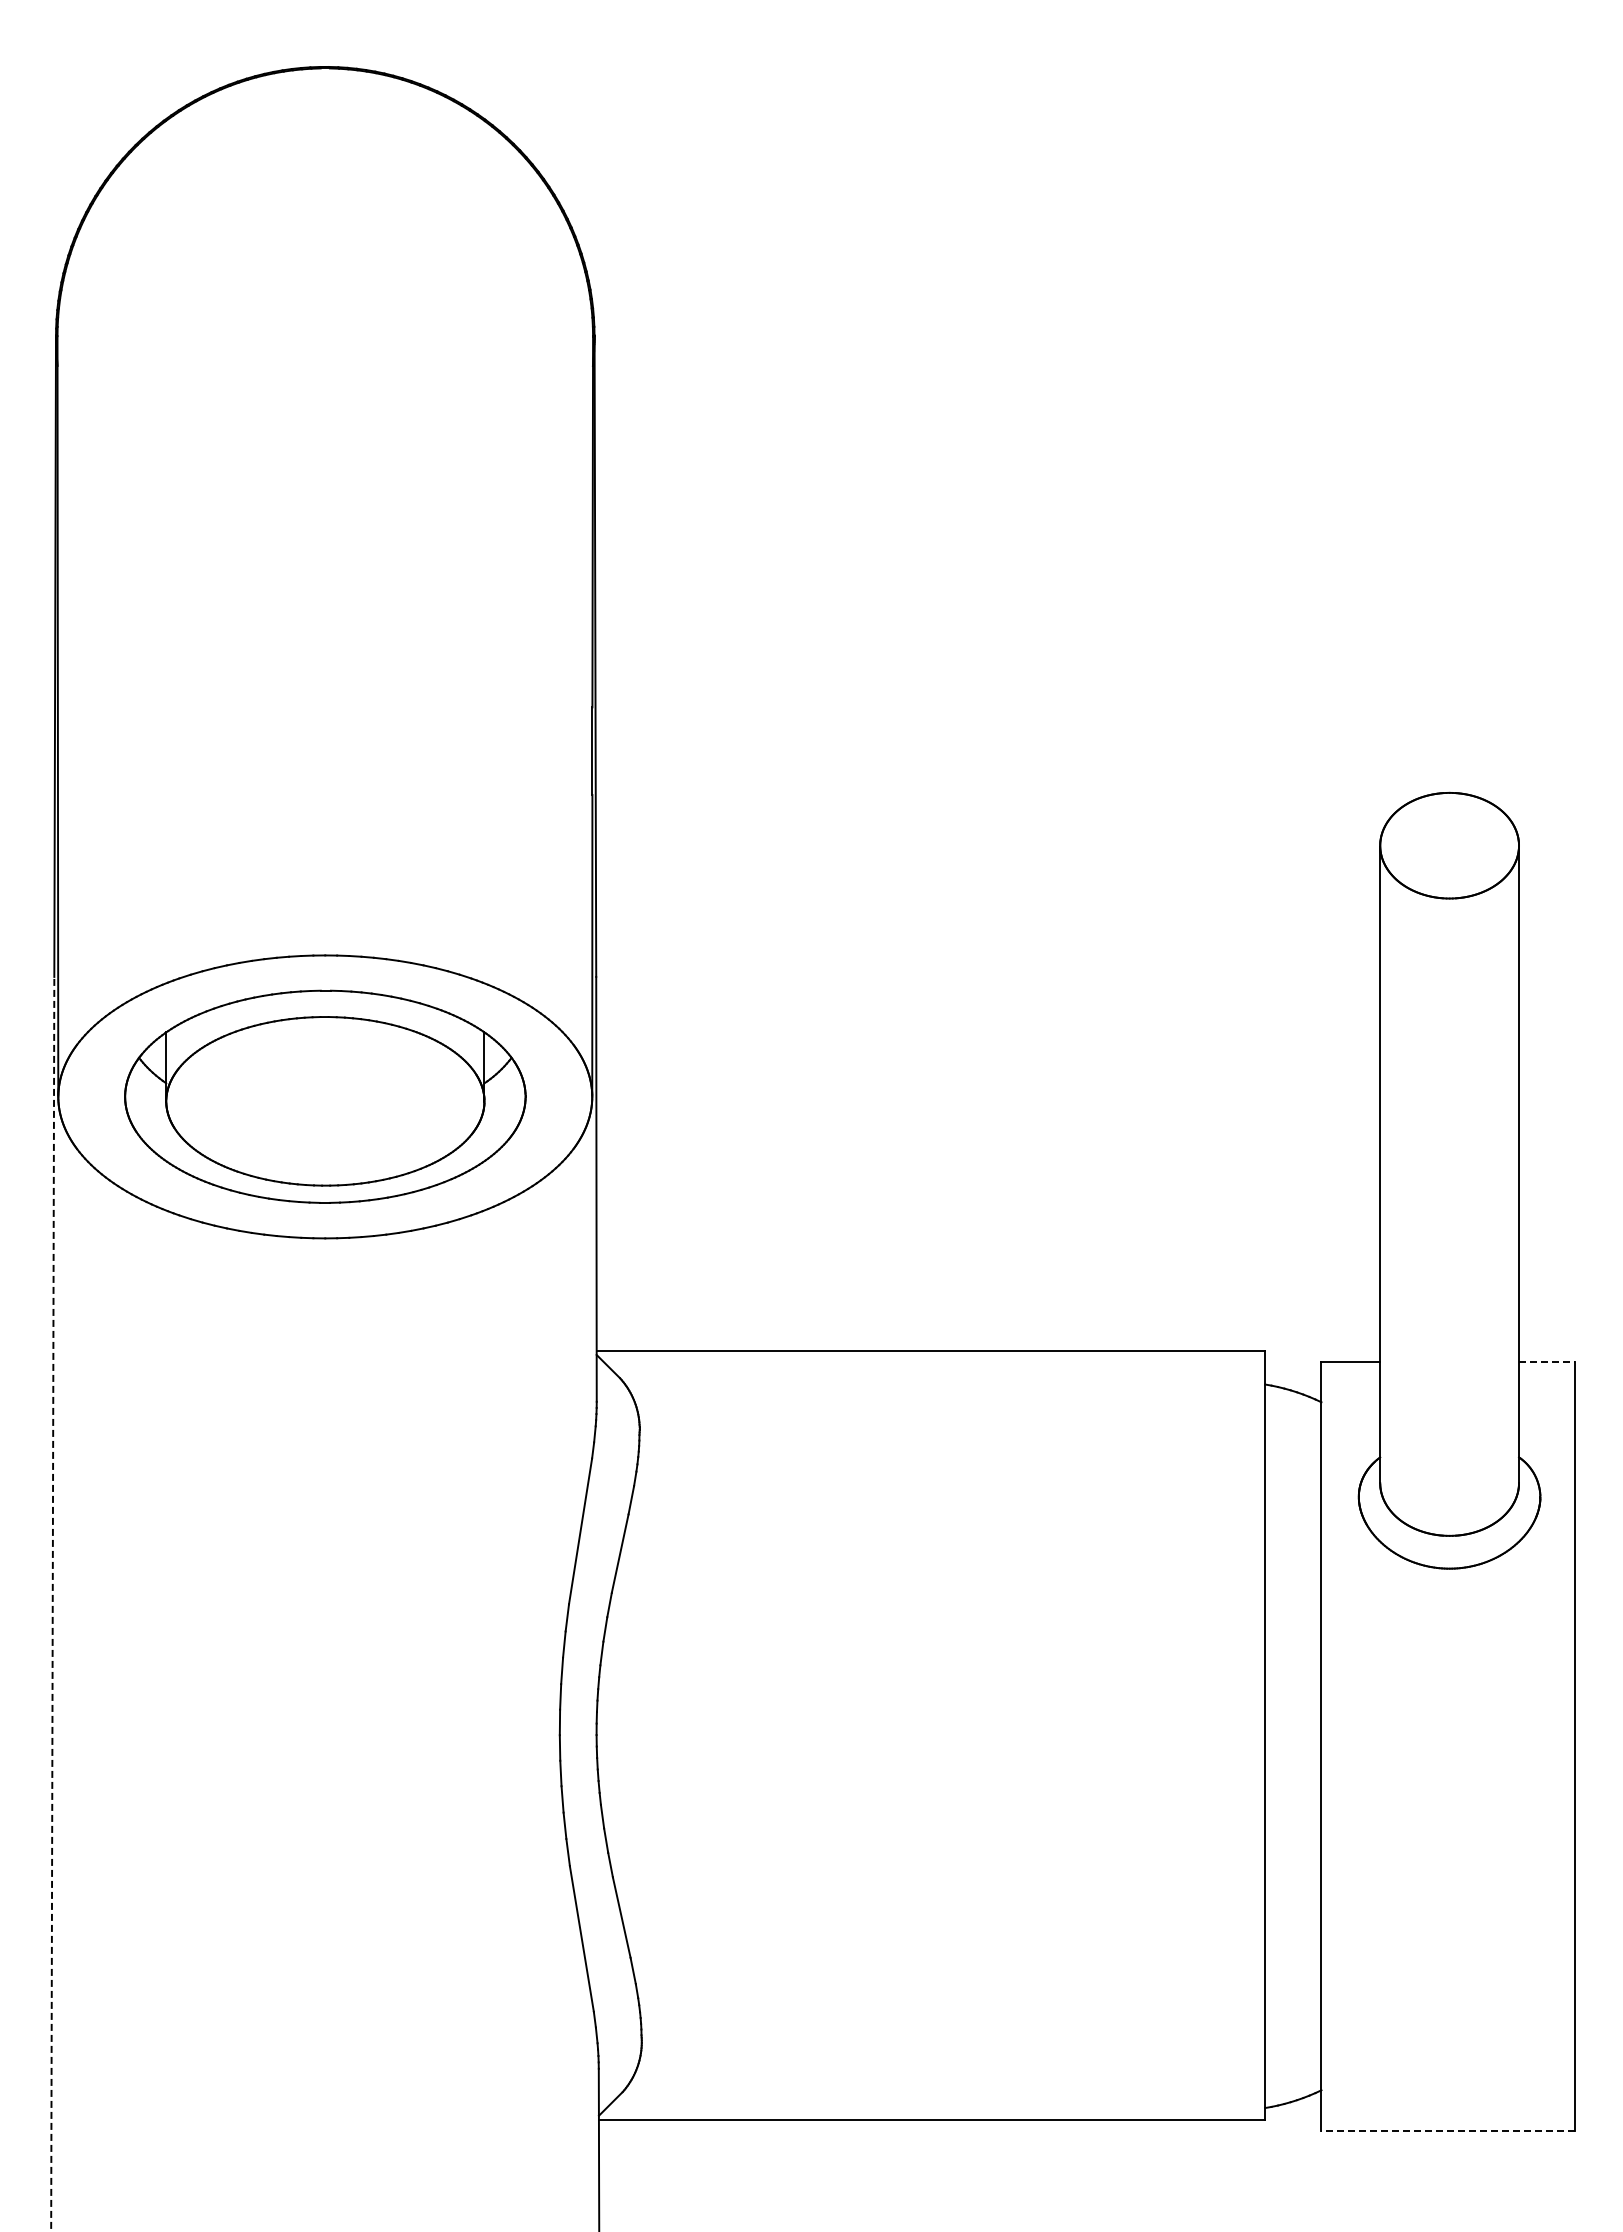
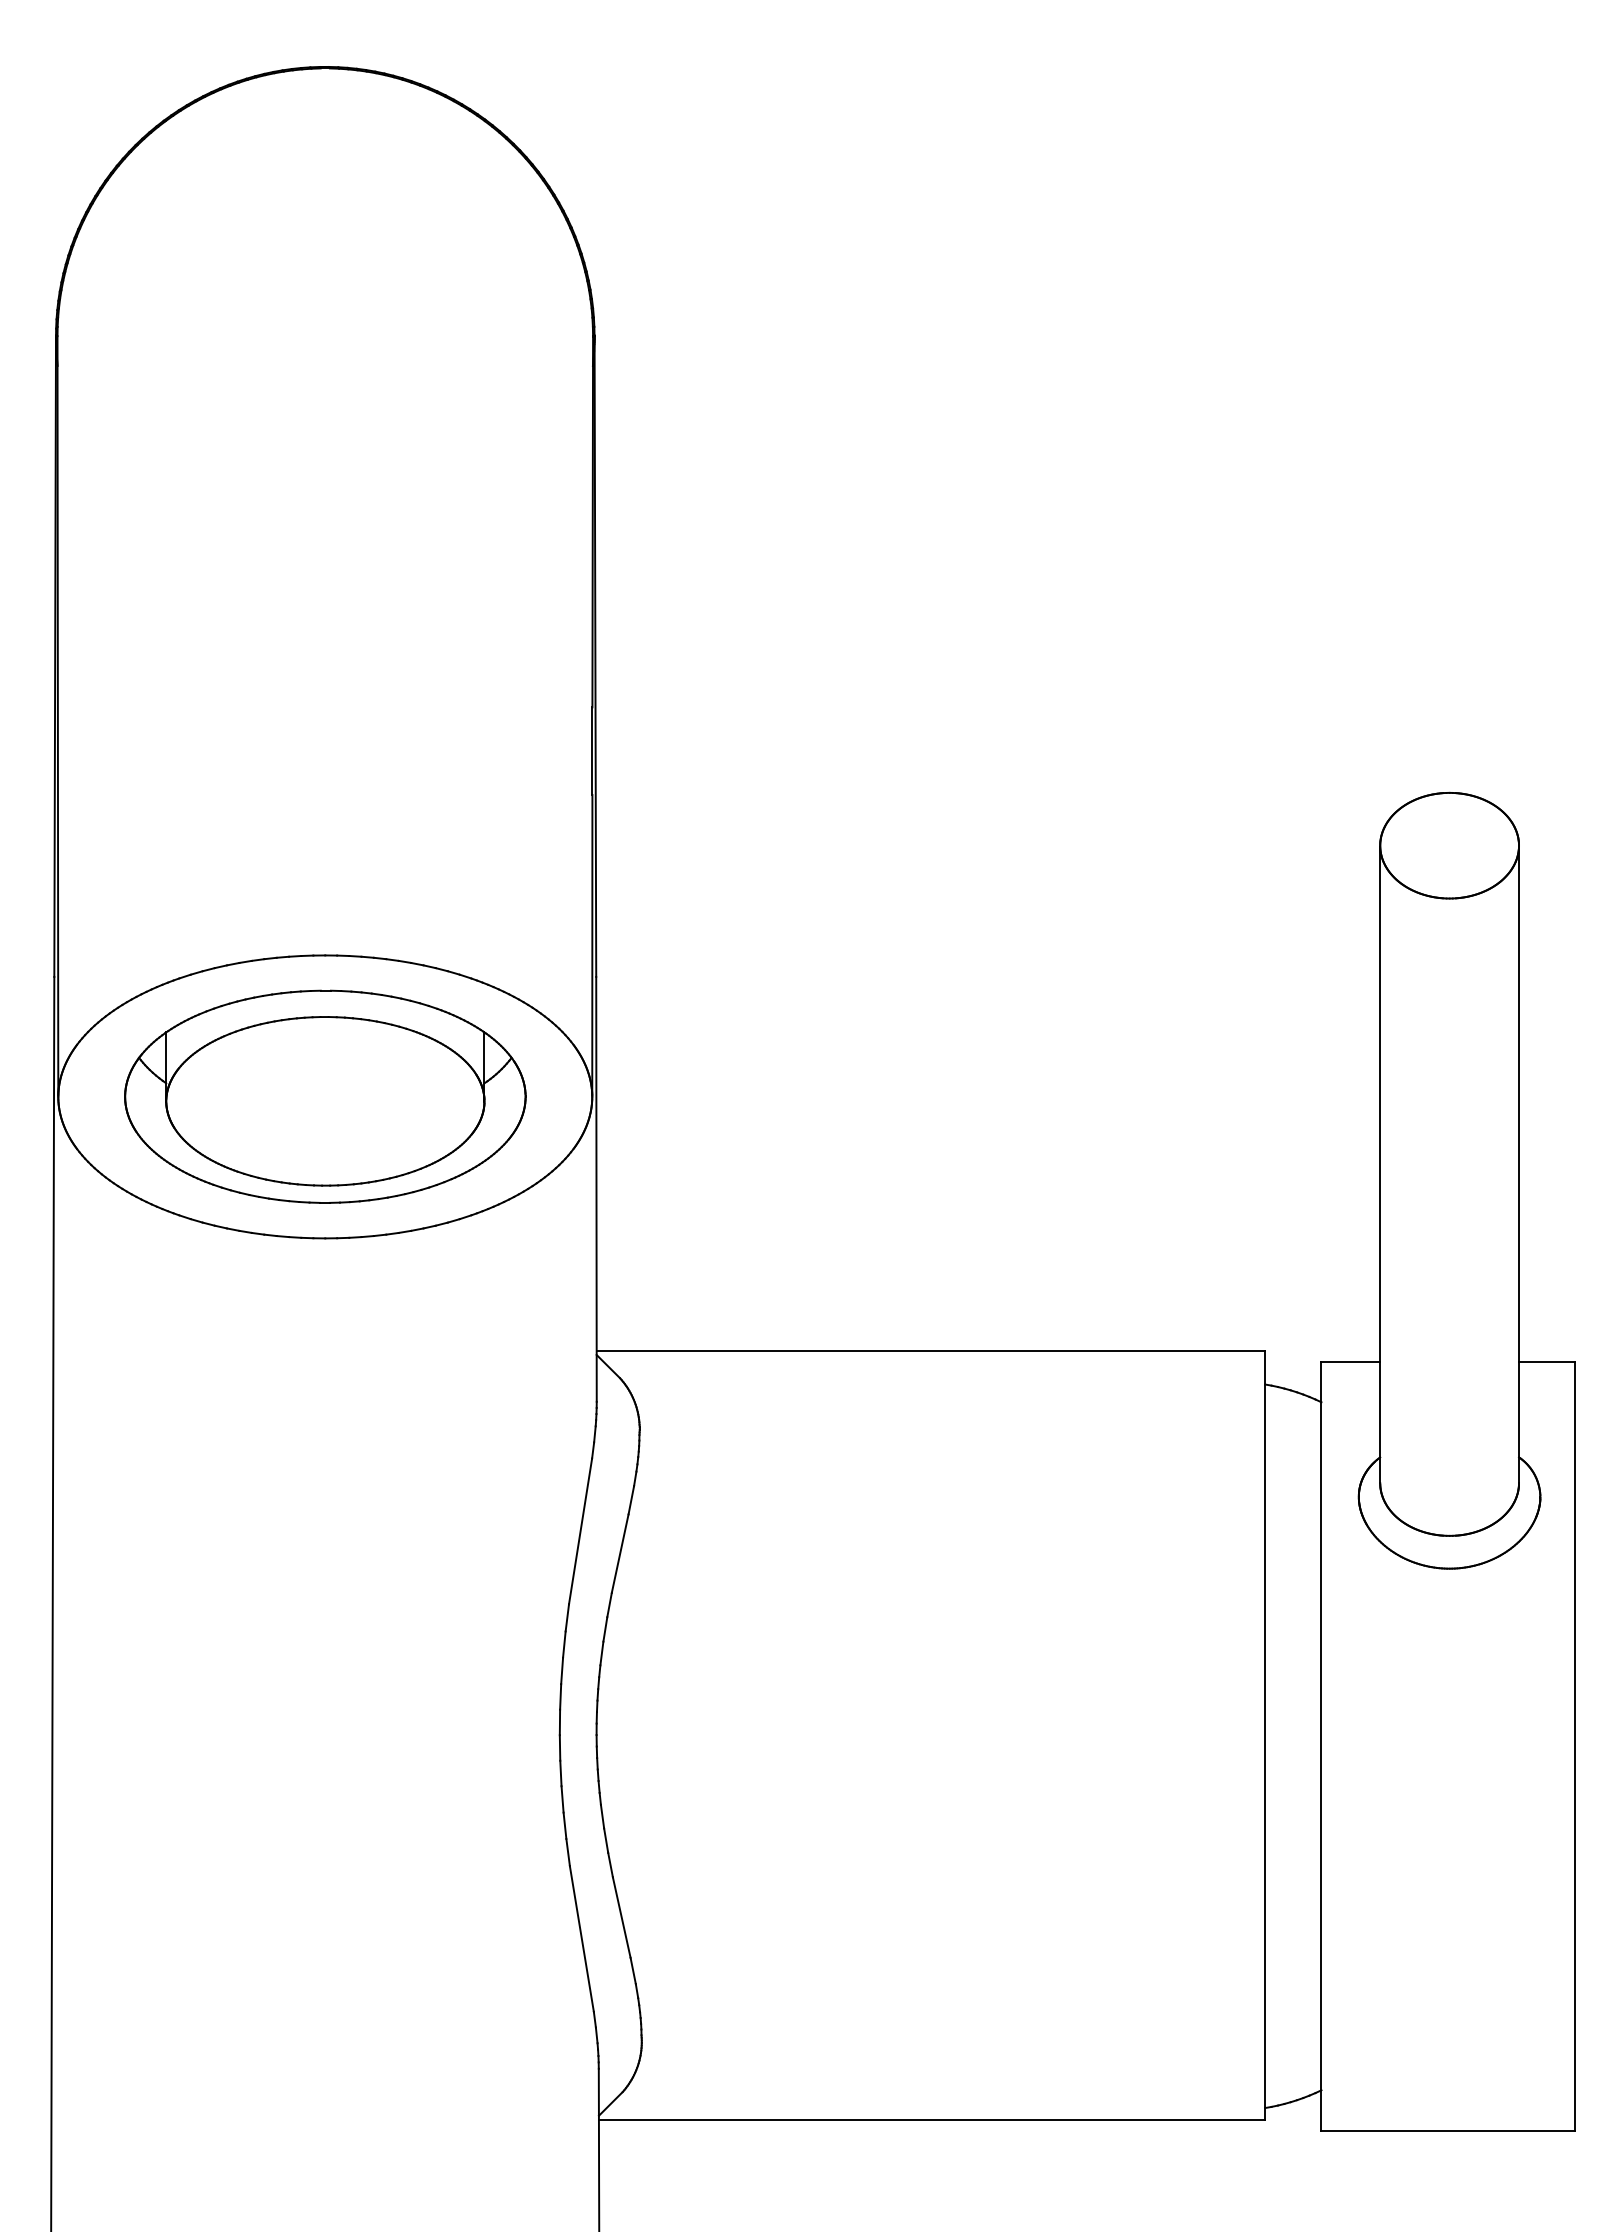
line at (1546, 1361): dashed -> solid
line at (52, 1603): dashed -> solid
line at (1447, 2130): dashed -> solid
